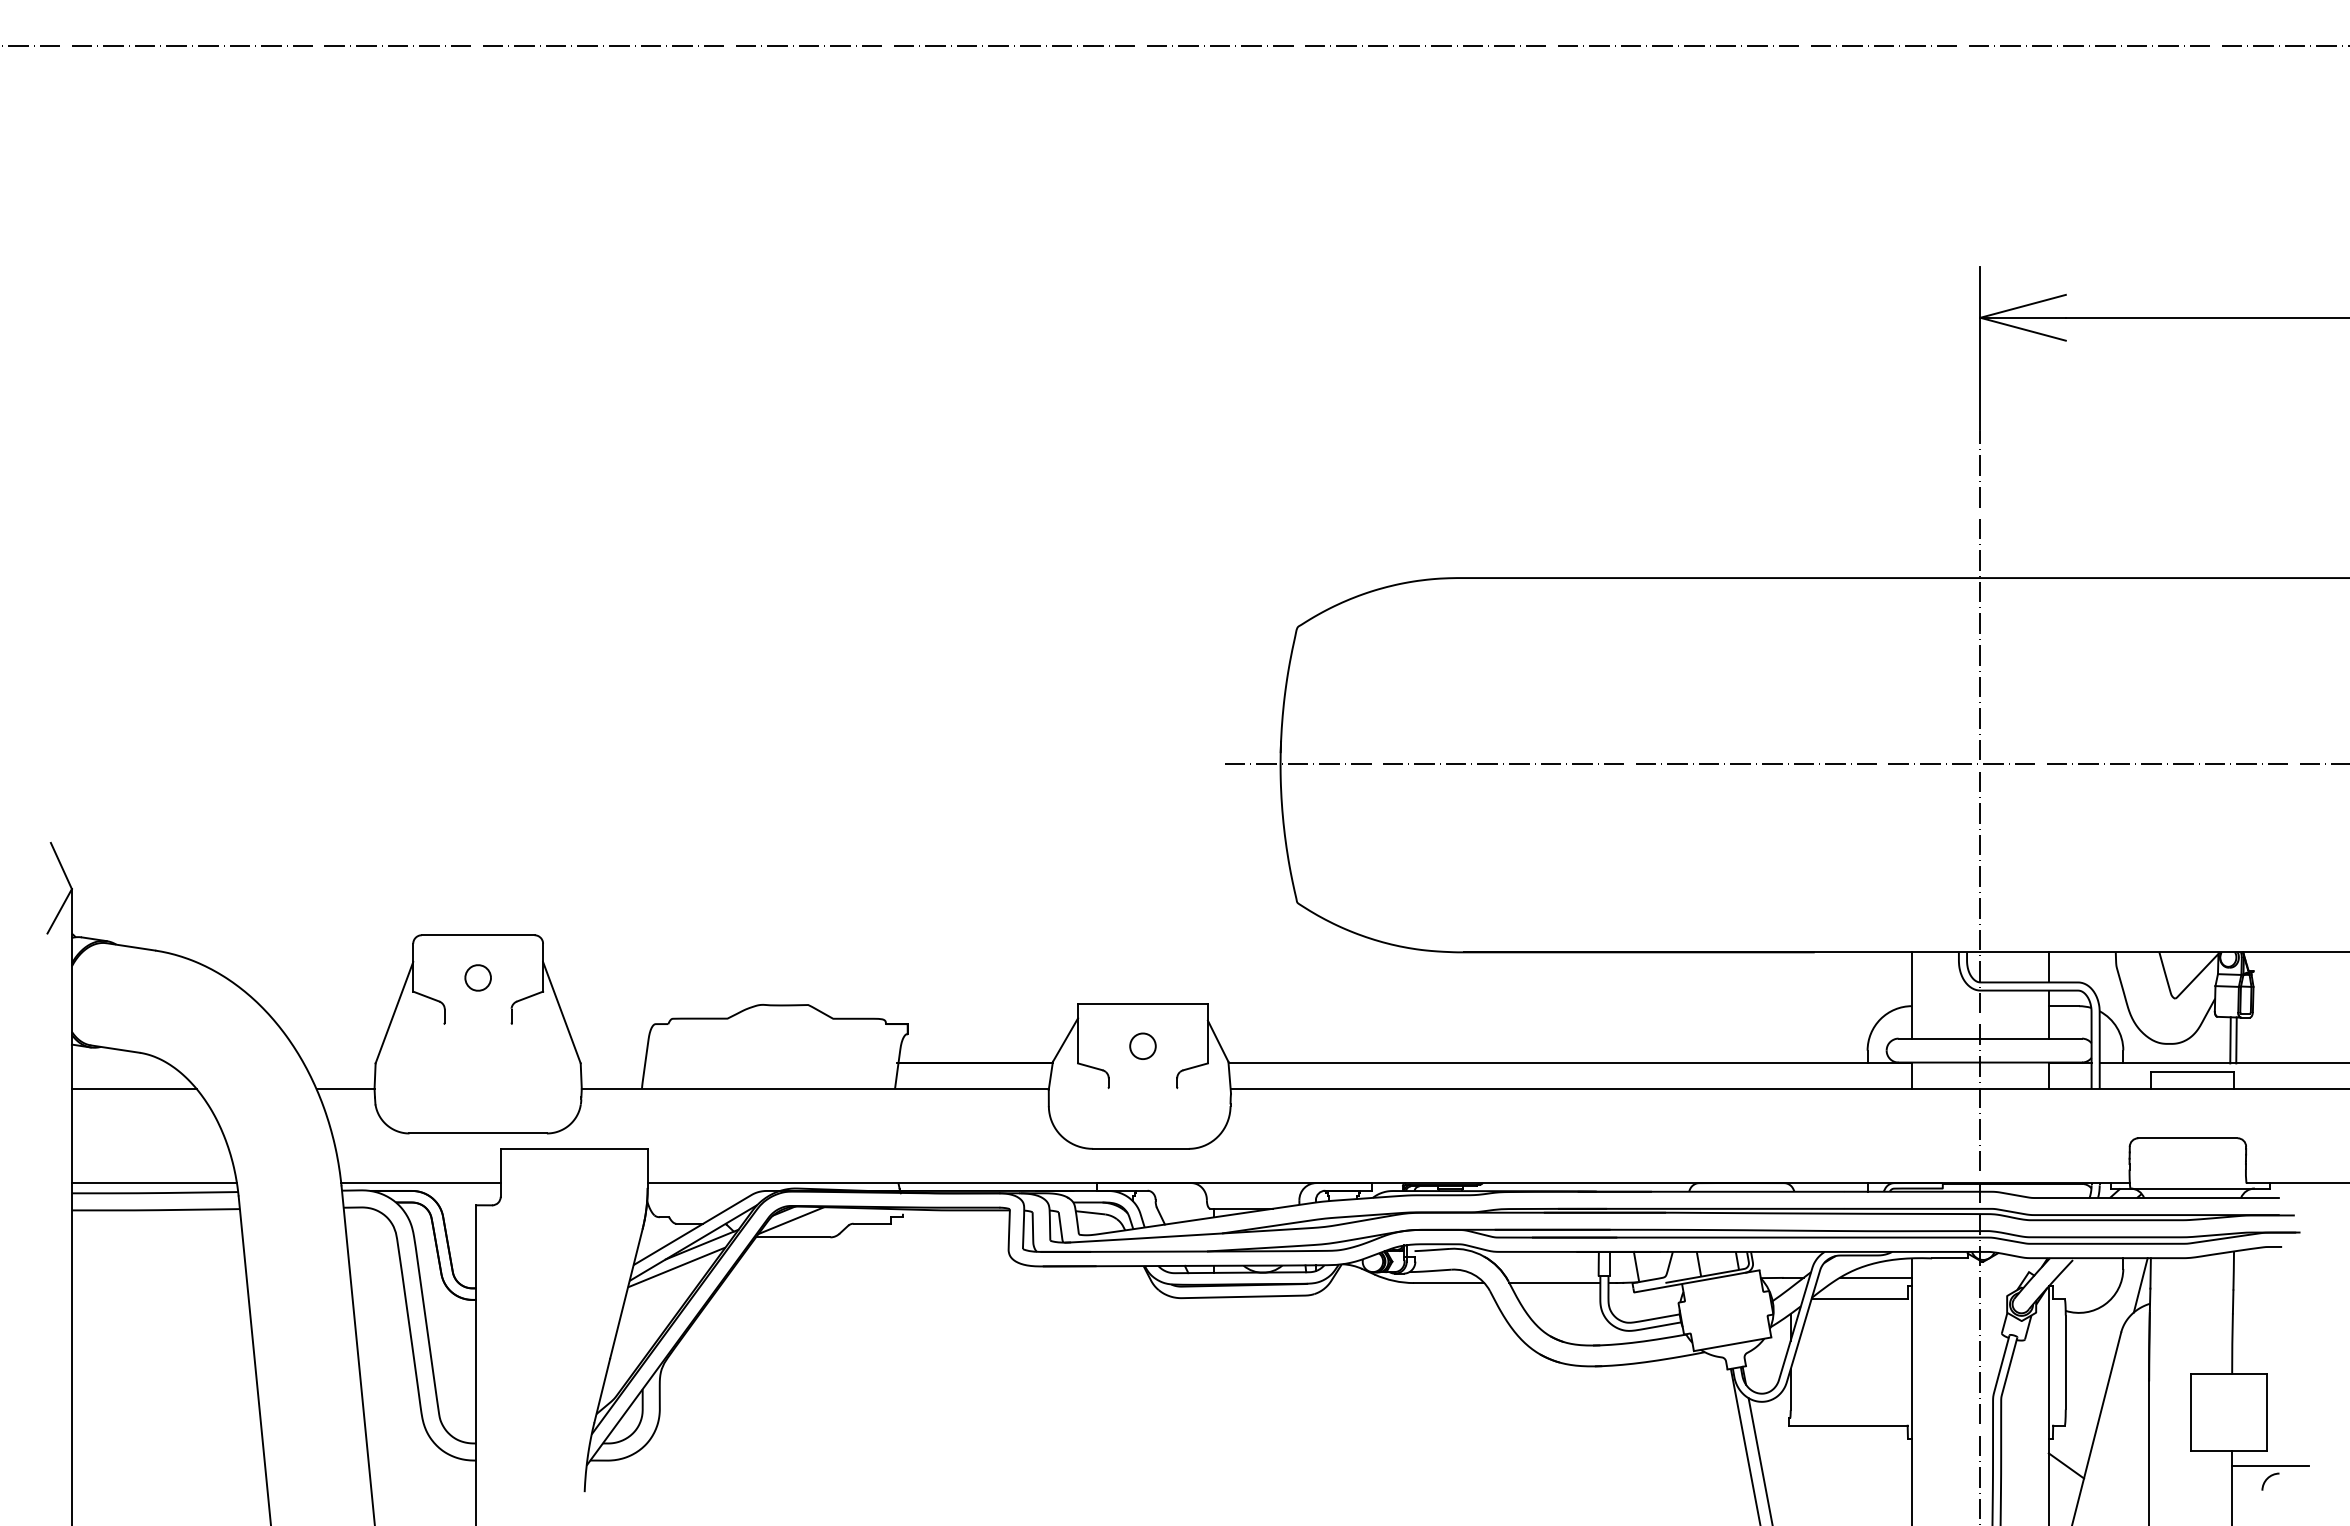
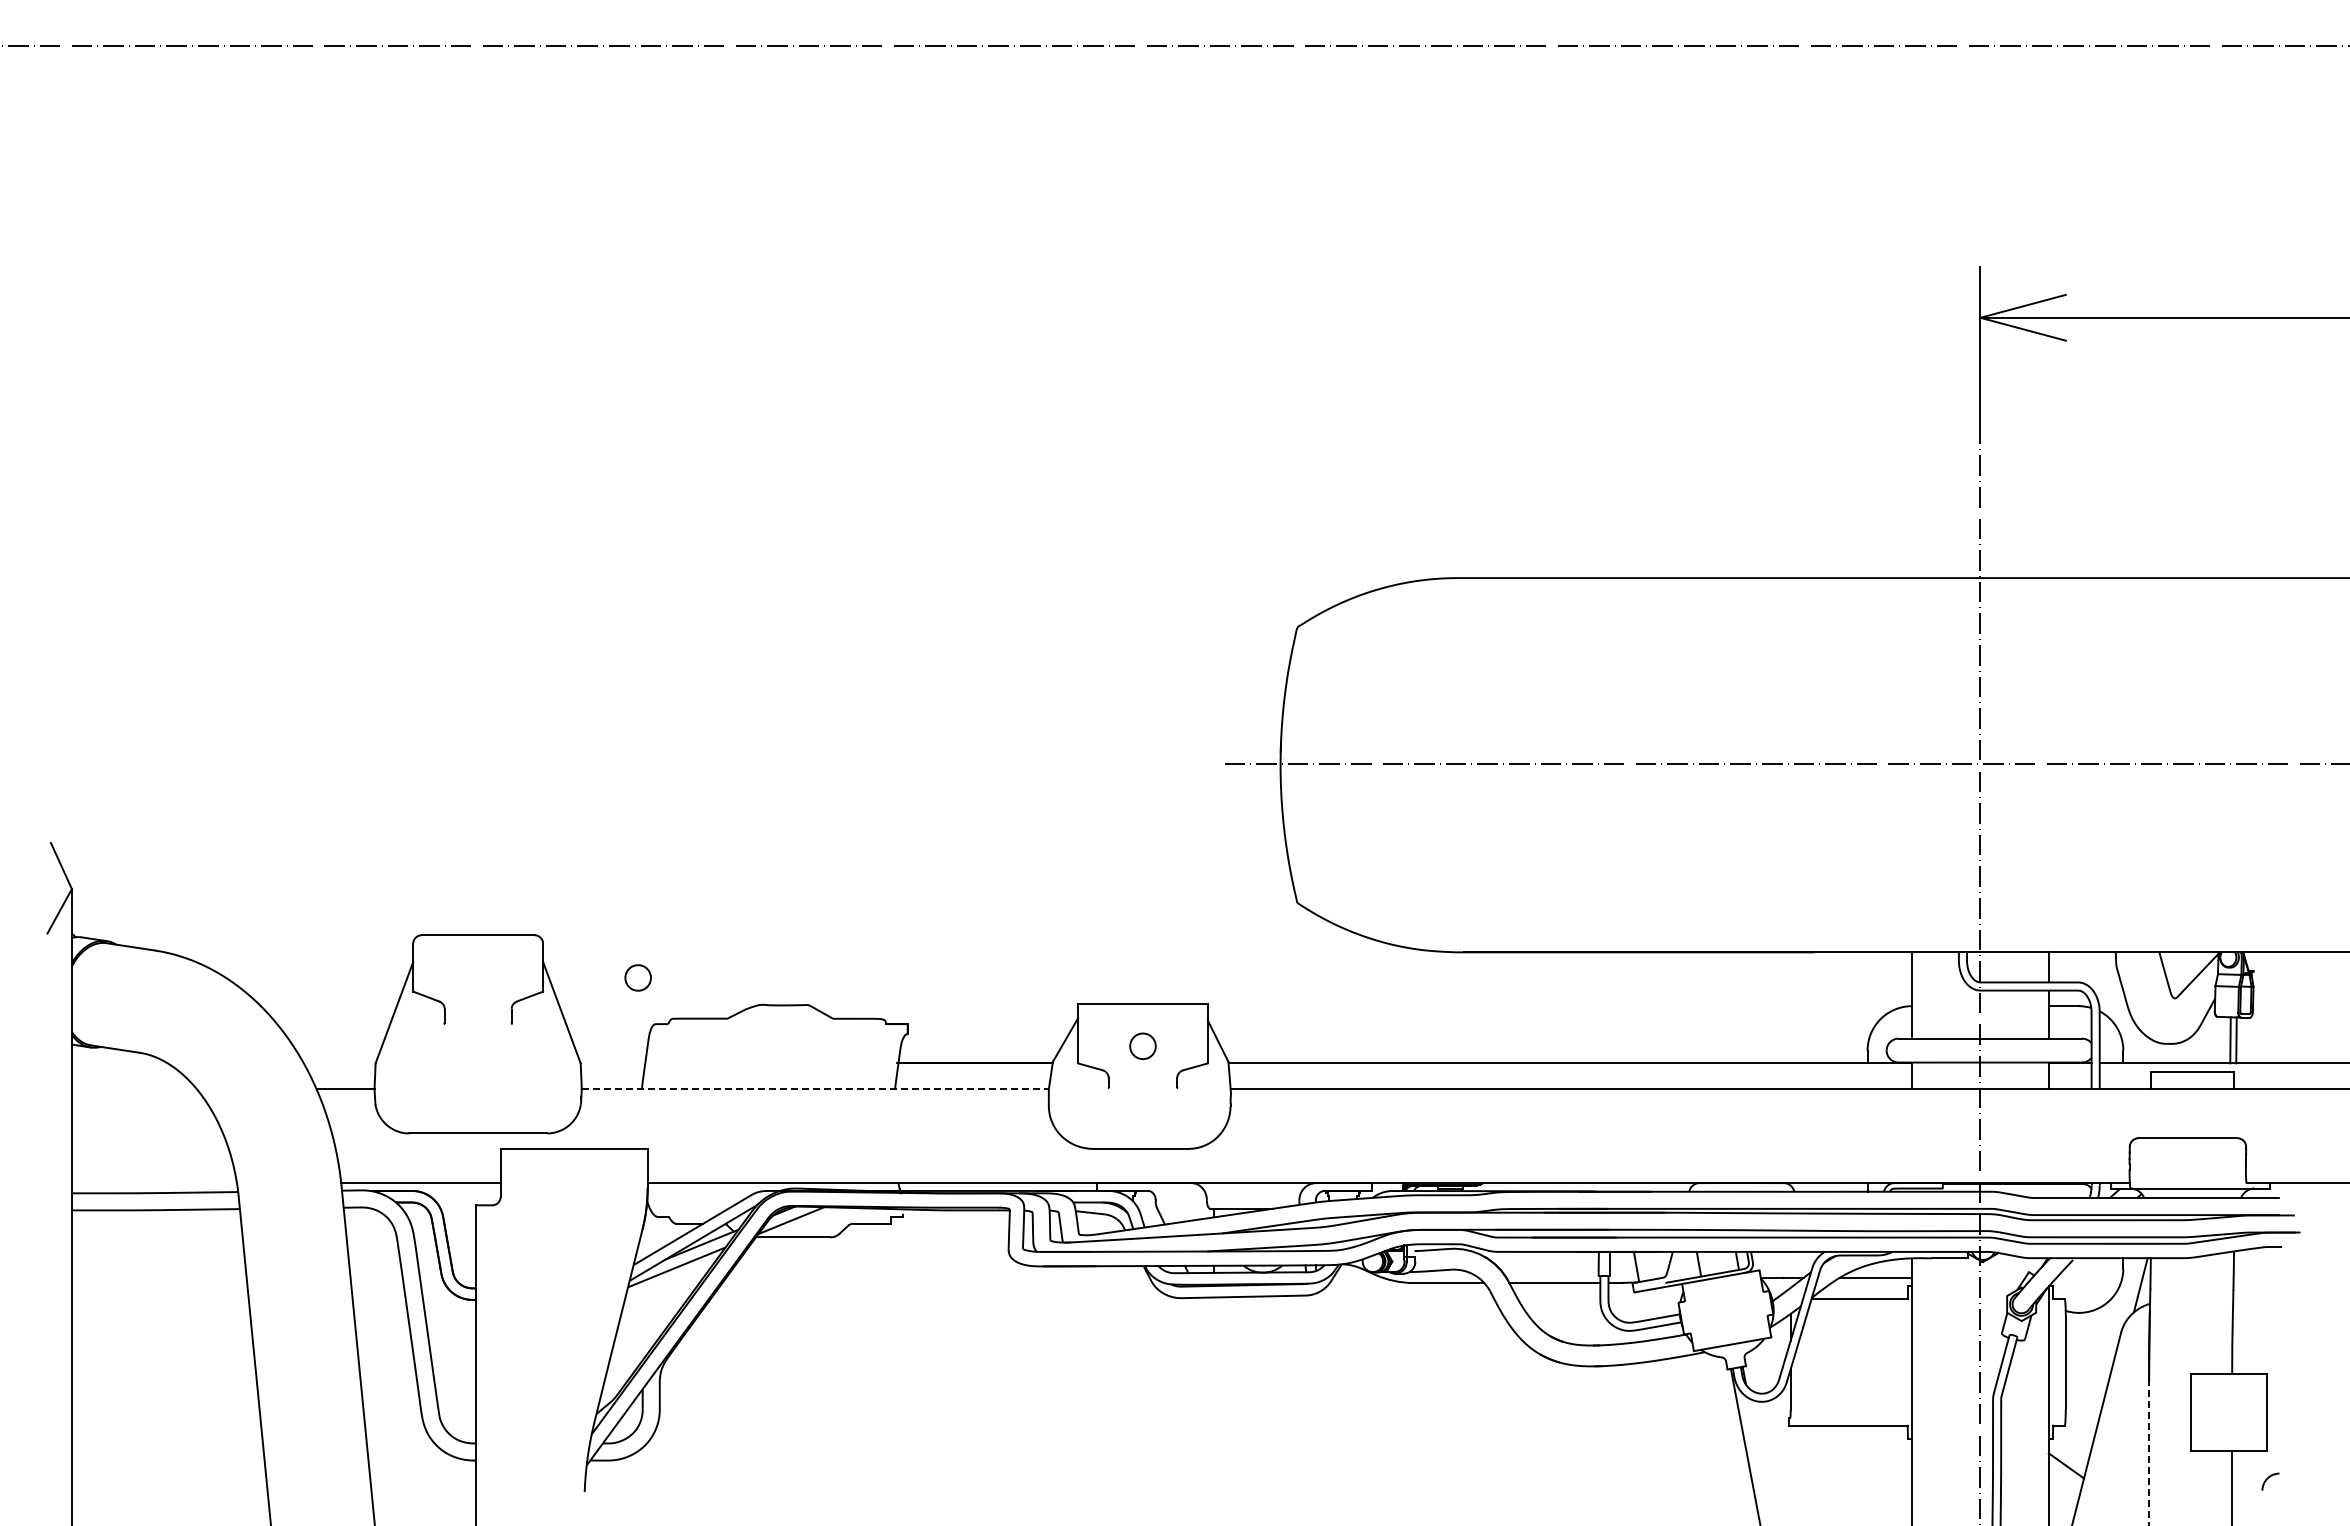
part at (477, 977) position: (477, 977) -> (637, 977)
line at (133, 1089): present -> none
line at (815, 1089): solid -> dashed
line at (153, 1183): present -> none
line at (2149, 1451): solid -> dashed
line at (1759, 1460): present -> none
line at (2270, 1466): present -> none
